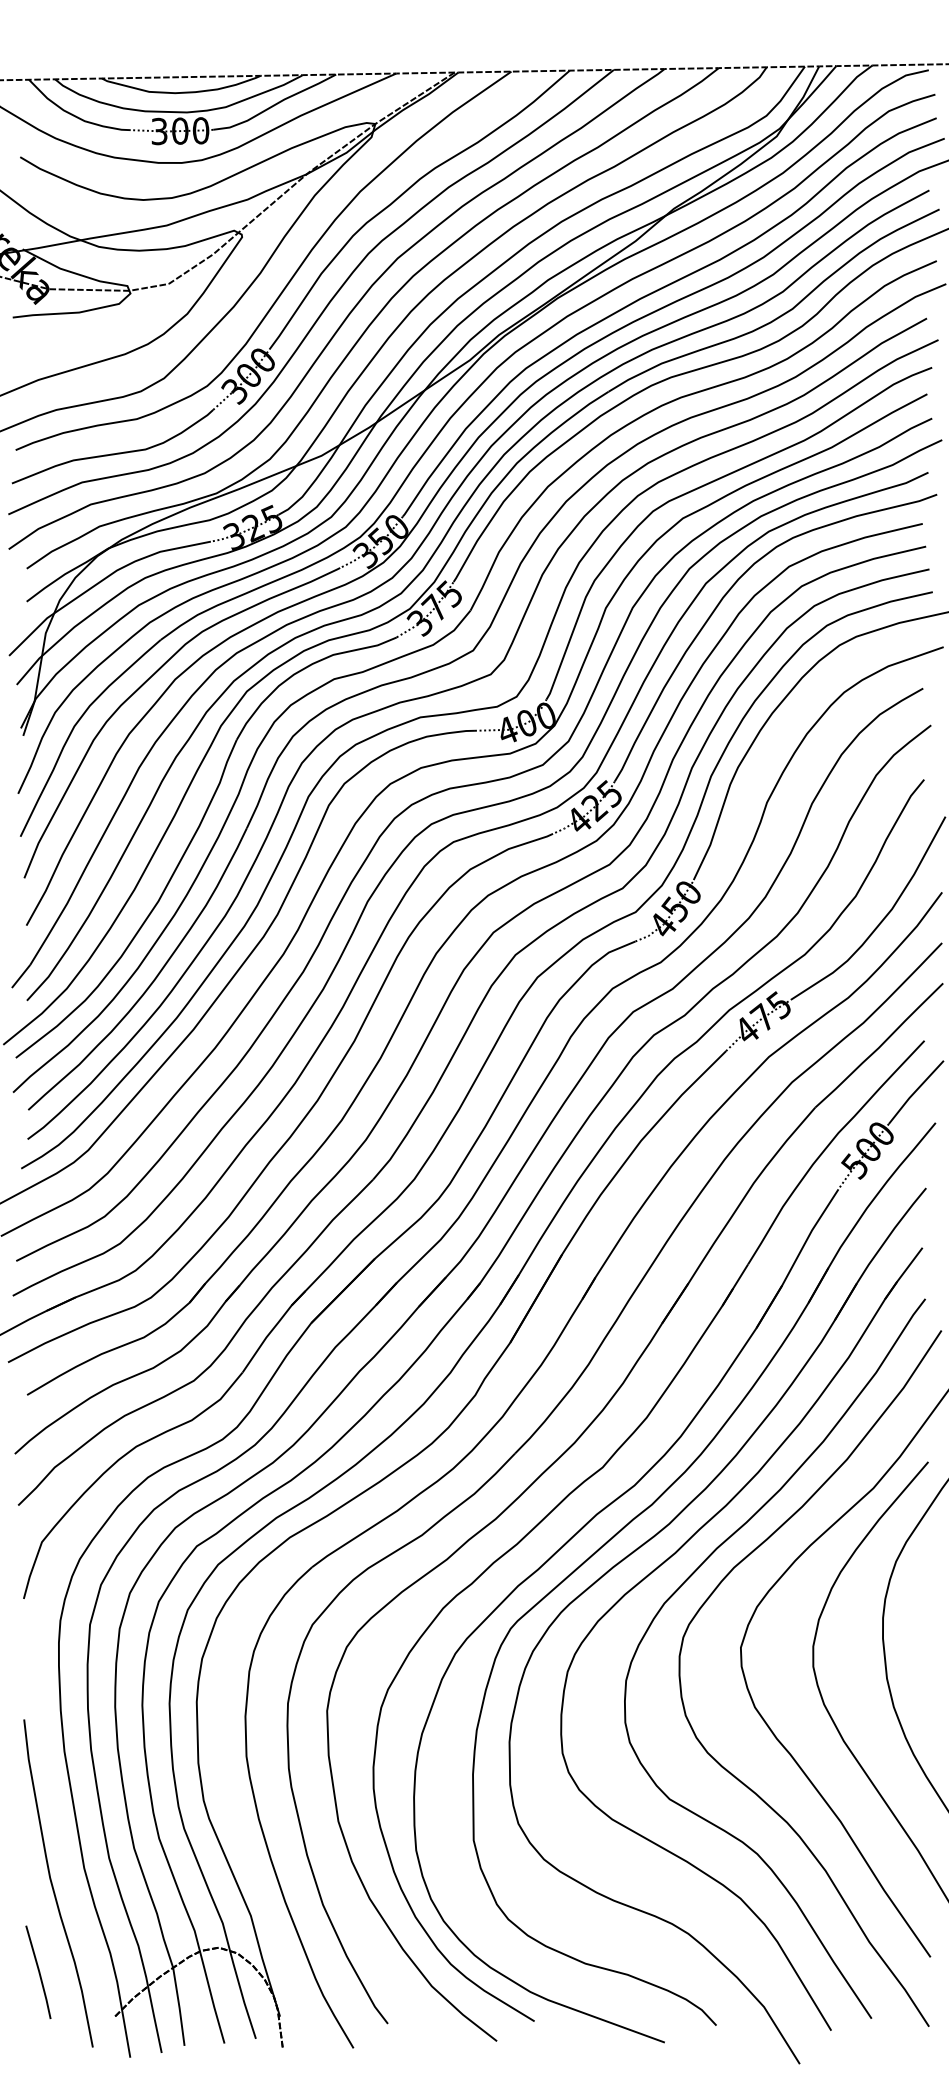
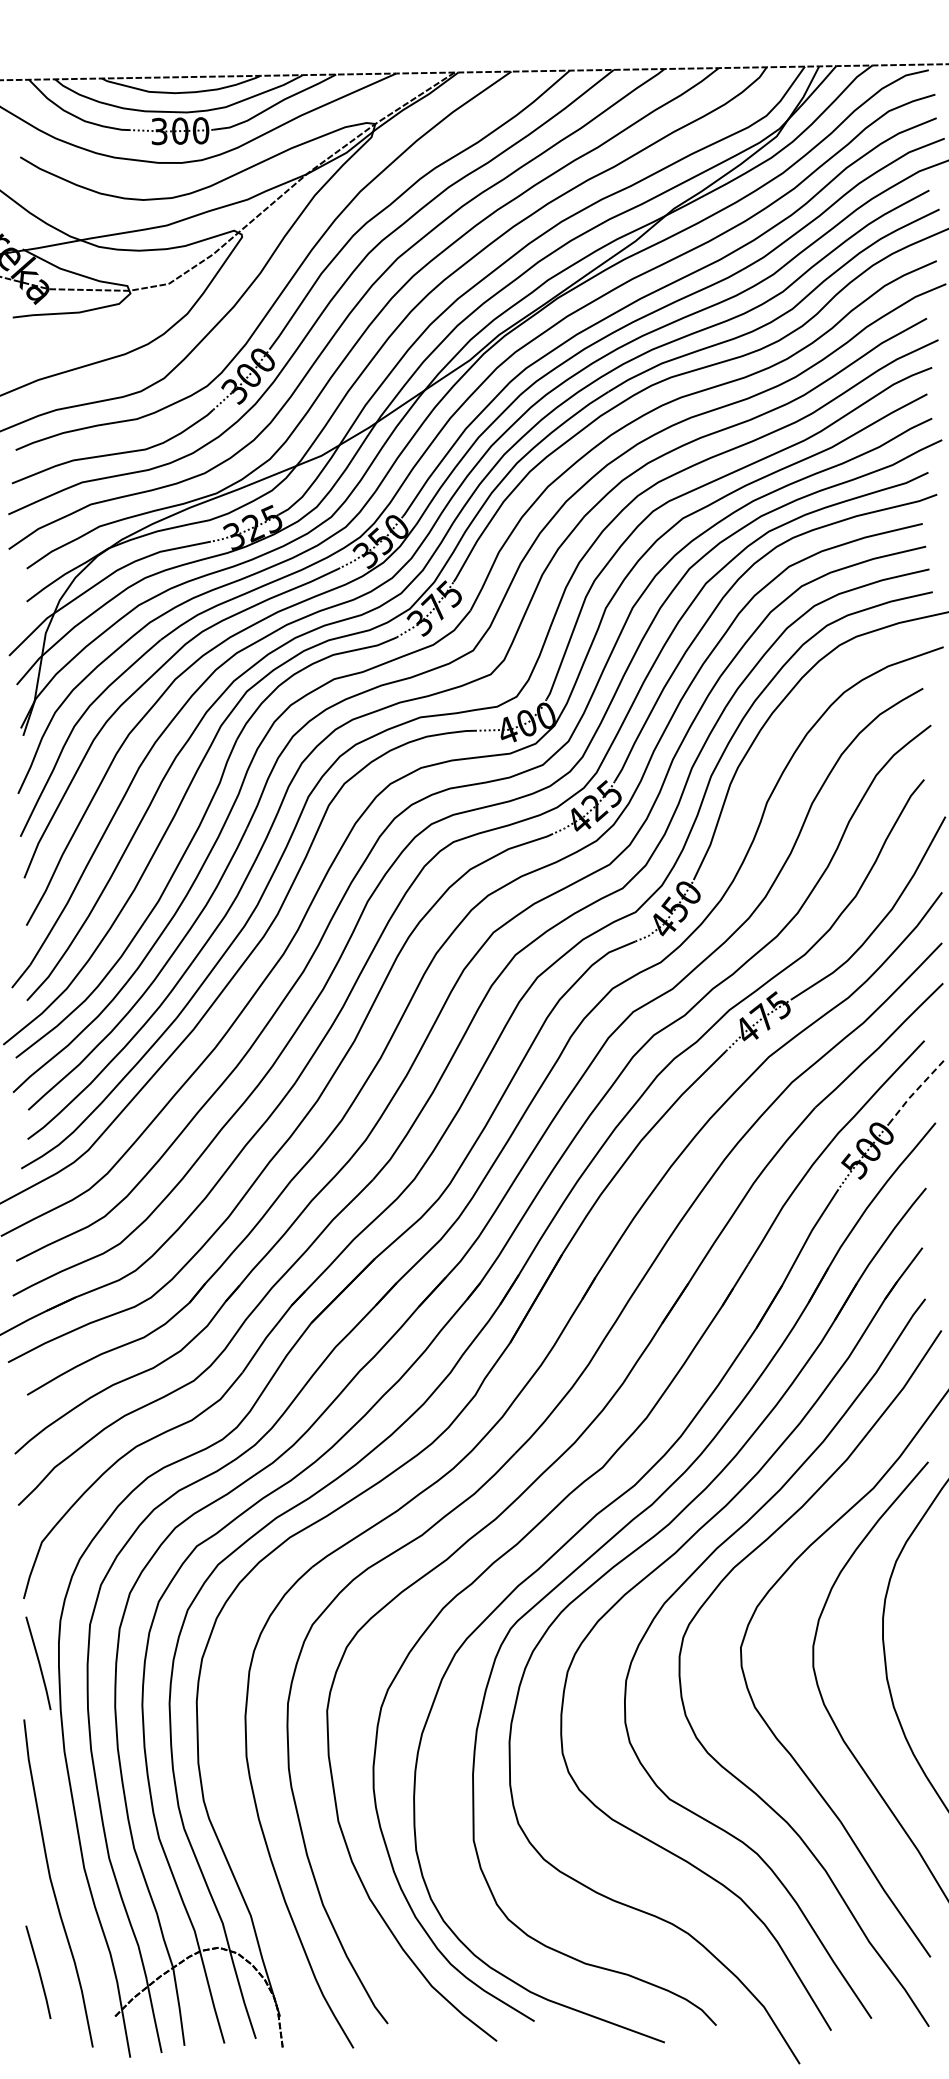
line at (914, 1092): solid -> dashed
line at (38, 1663): none -> present
